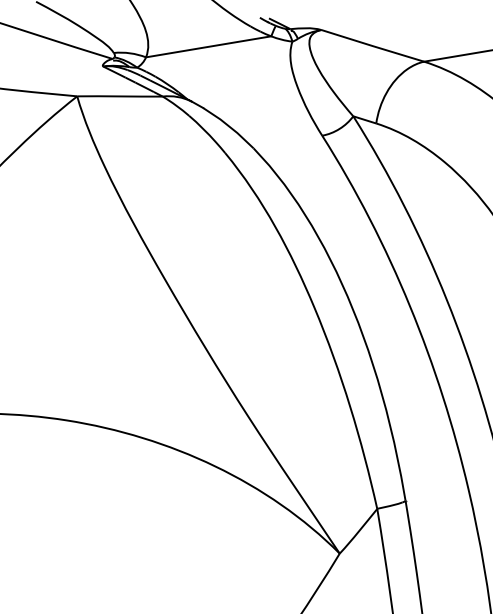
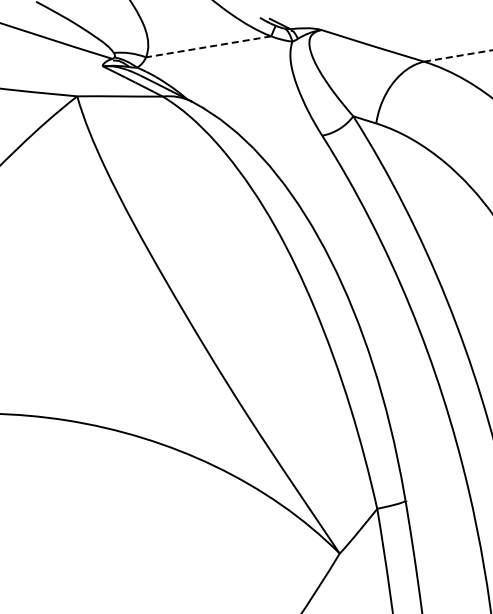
line at (208, 46): solid -> dashed
line at (458, 55): solid -> dashed
